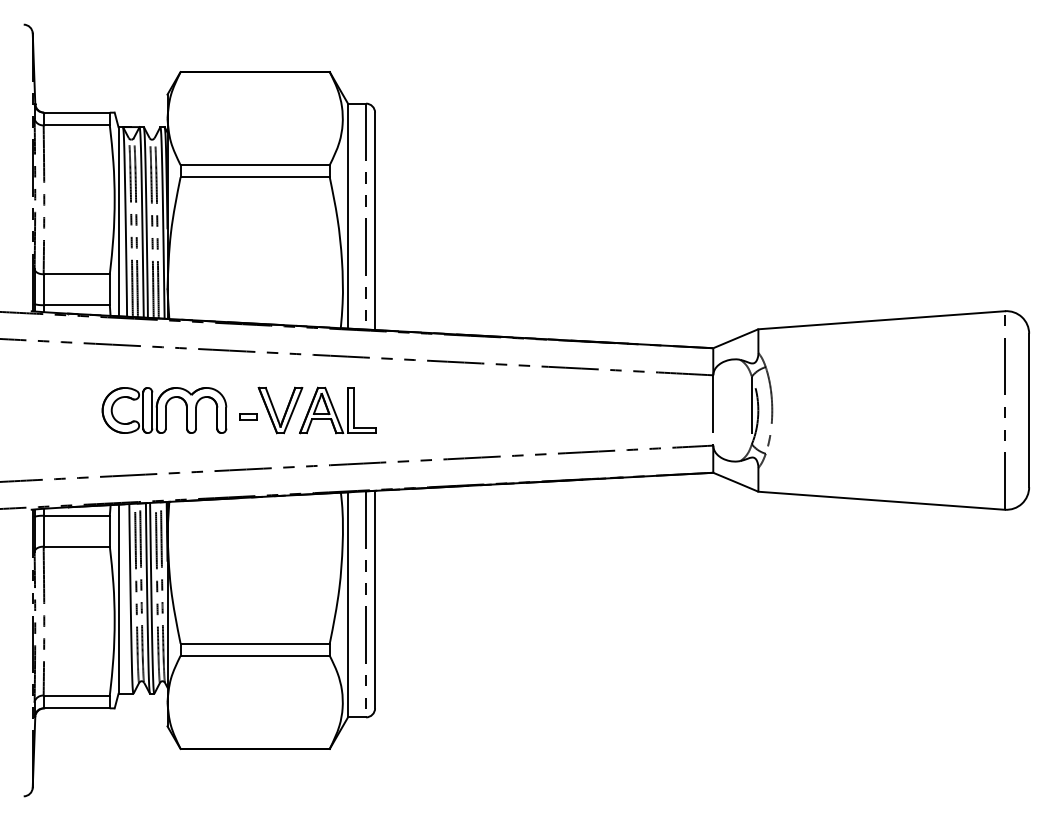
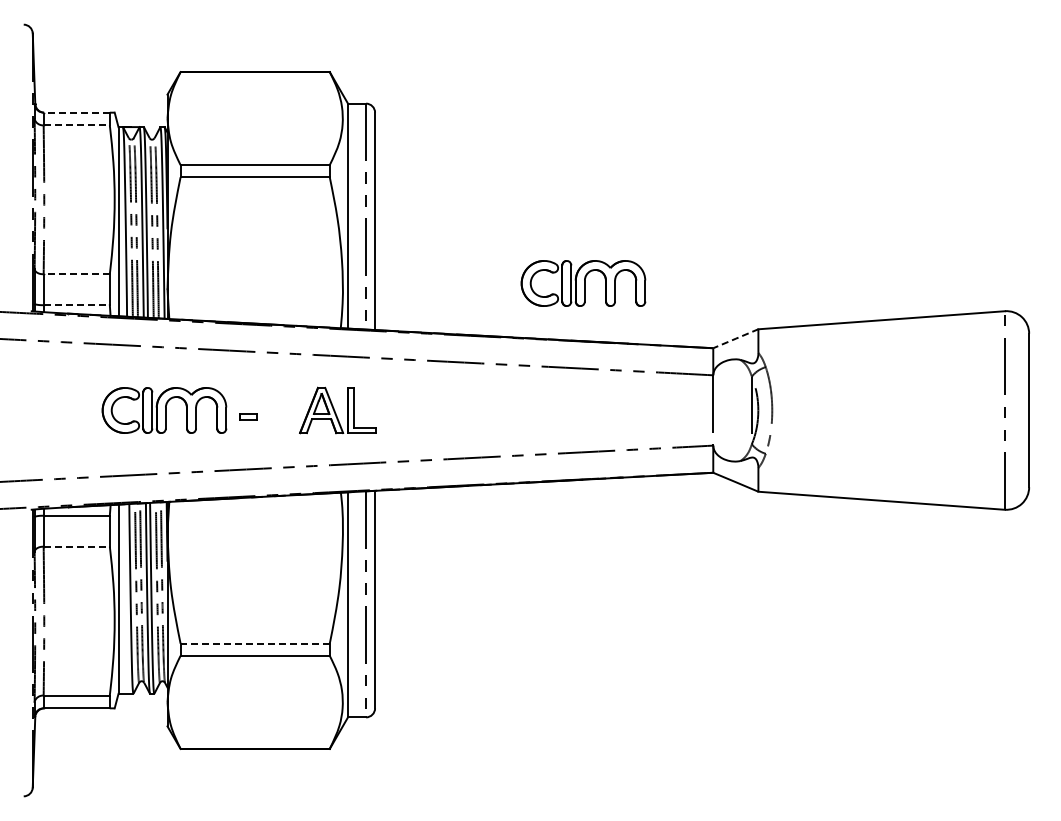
line at (76, 112): solid -> dashed
line at (77, 125): solid -> dashed
line at (76, 274): solid -> dashed
part at (583, 283): none -> present
line at (77, 305): solid -> dashed
line at (736, 338): solid -> dashed
part at (280, 410): present -> none
line at (77, 546): solid -> dashed
line at (255, 643): solid -> dashed
